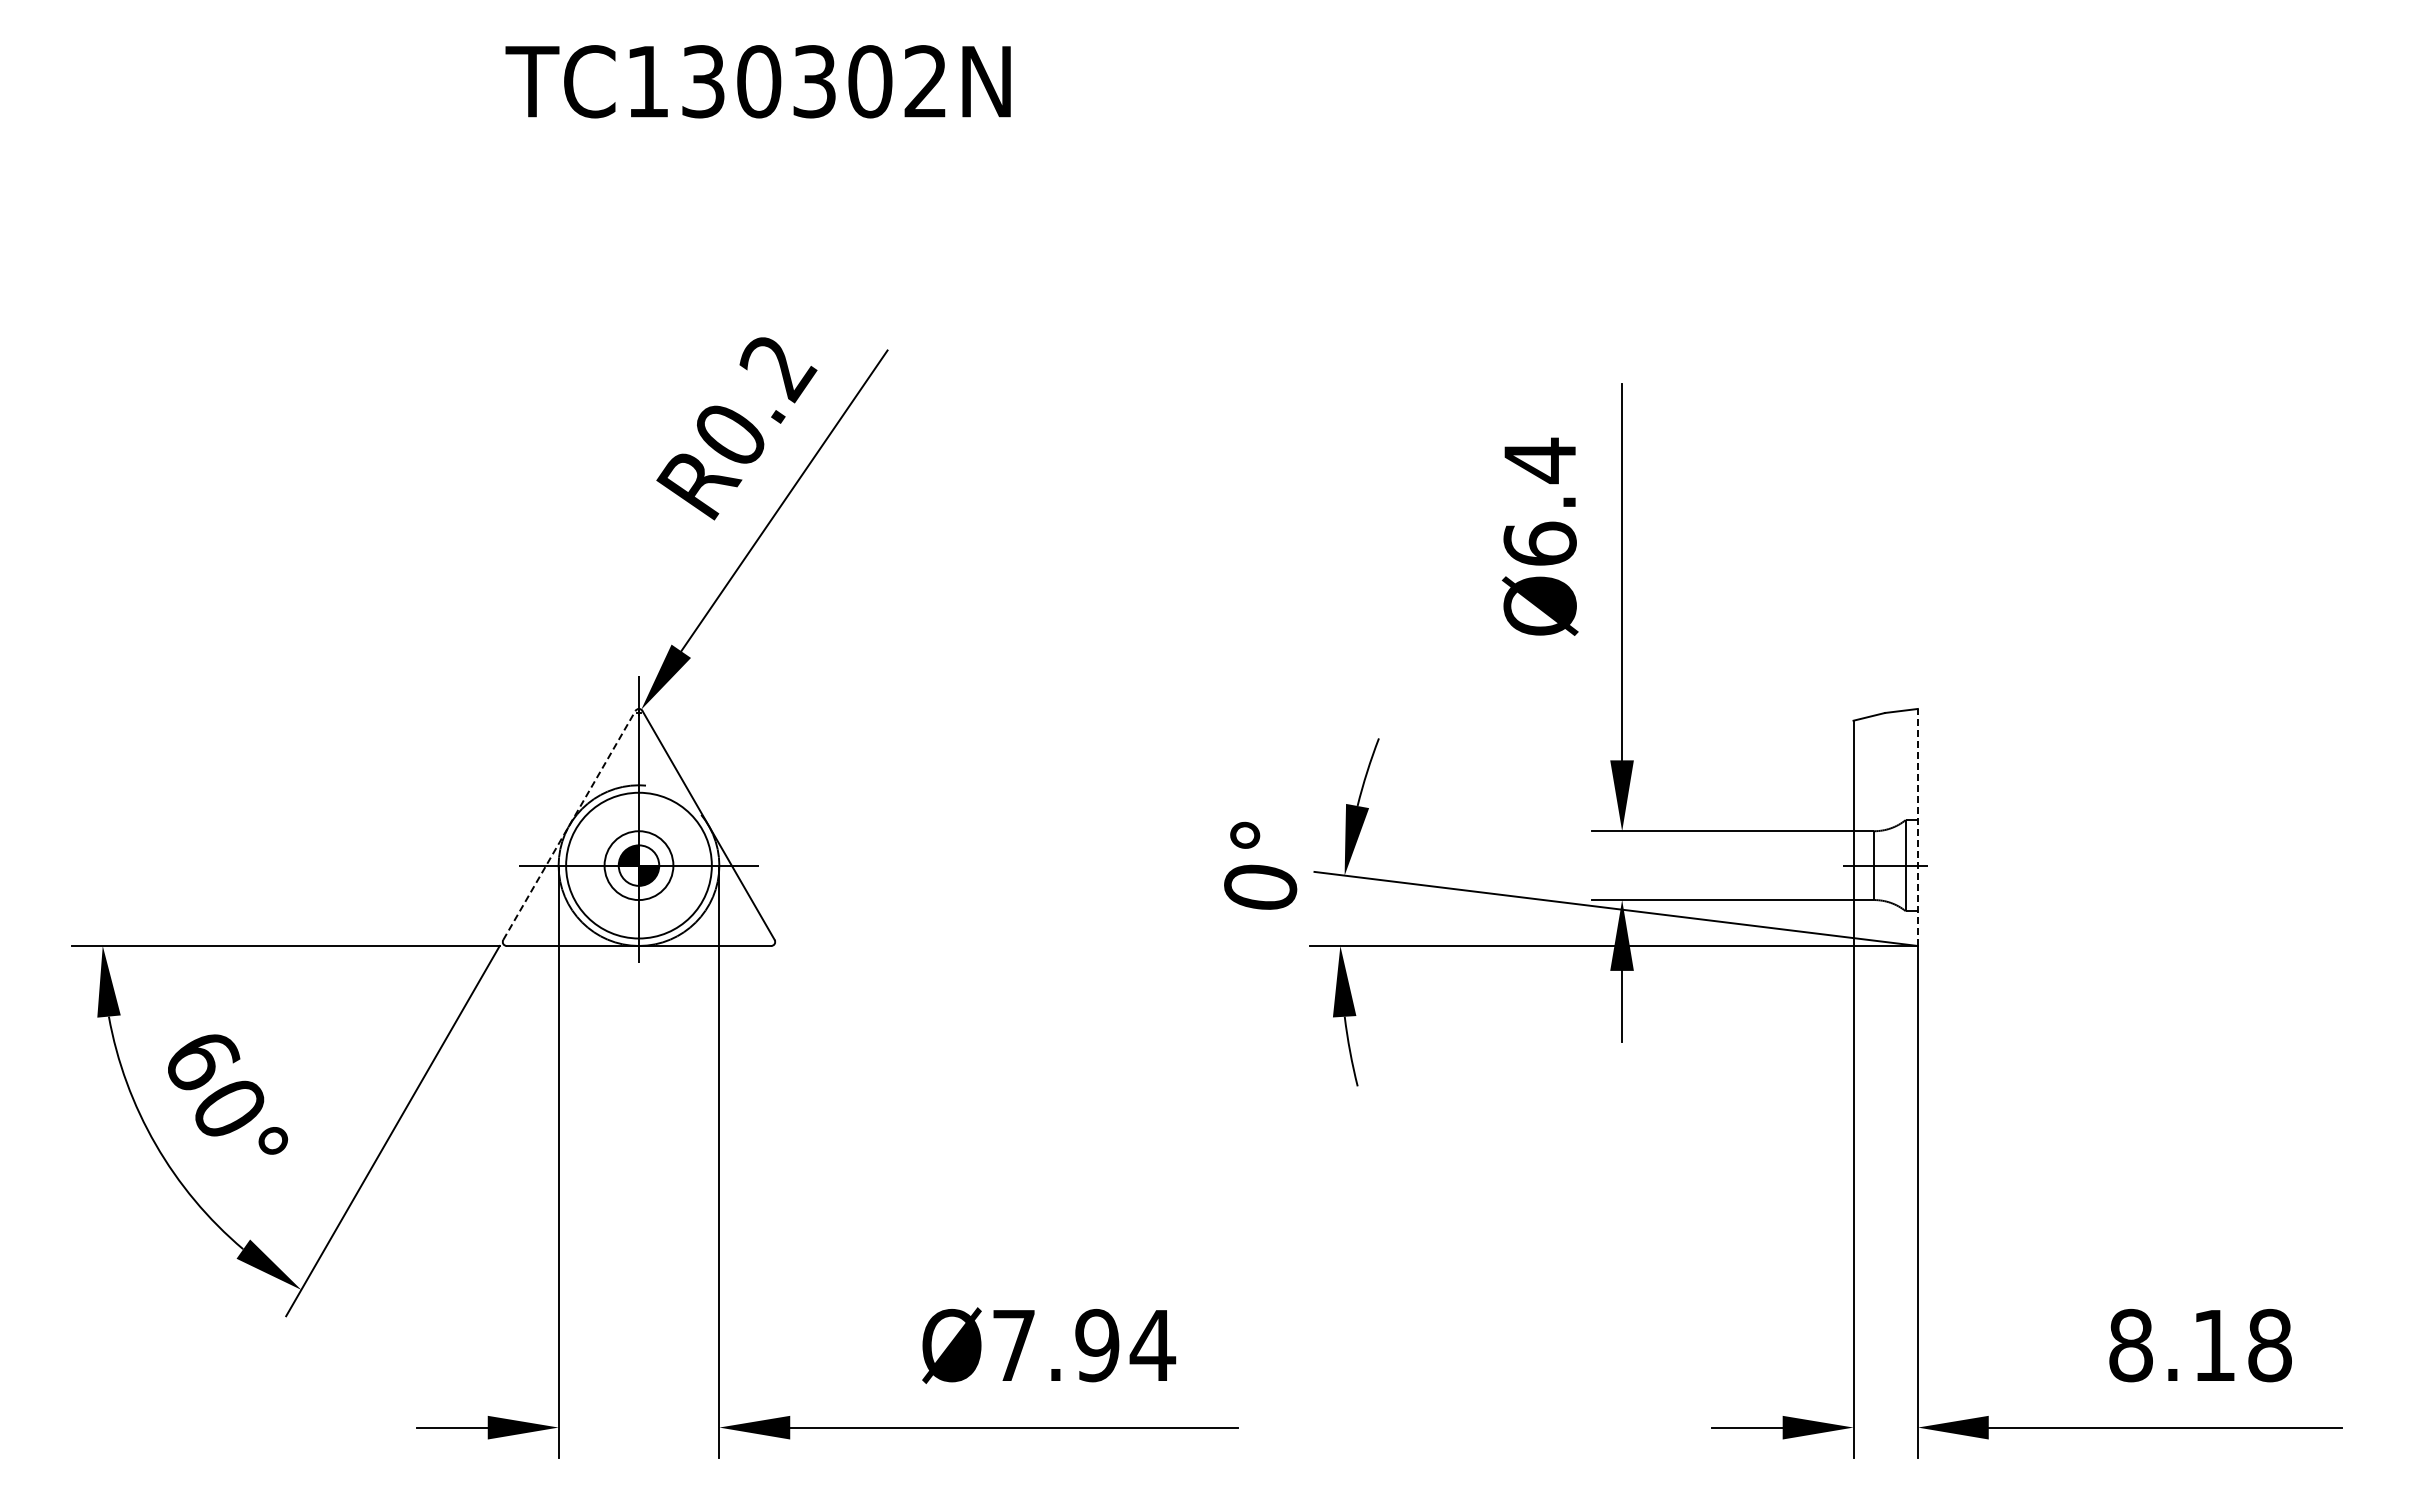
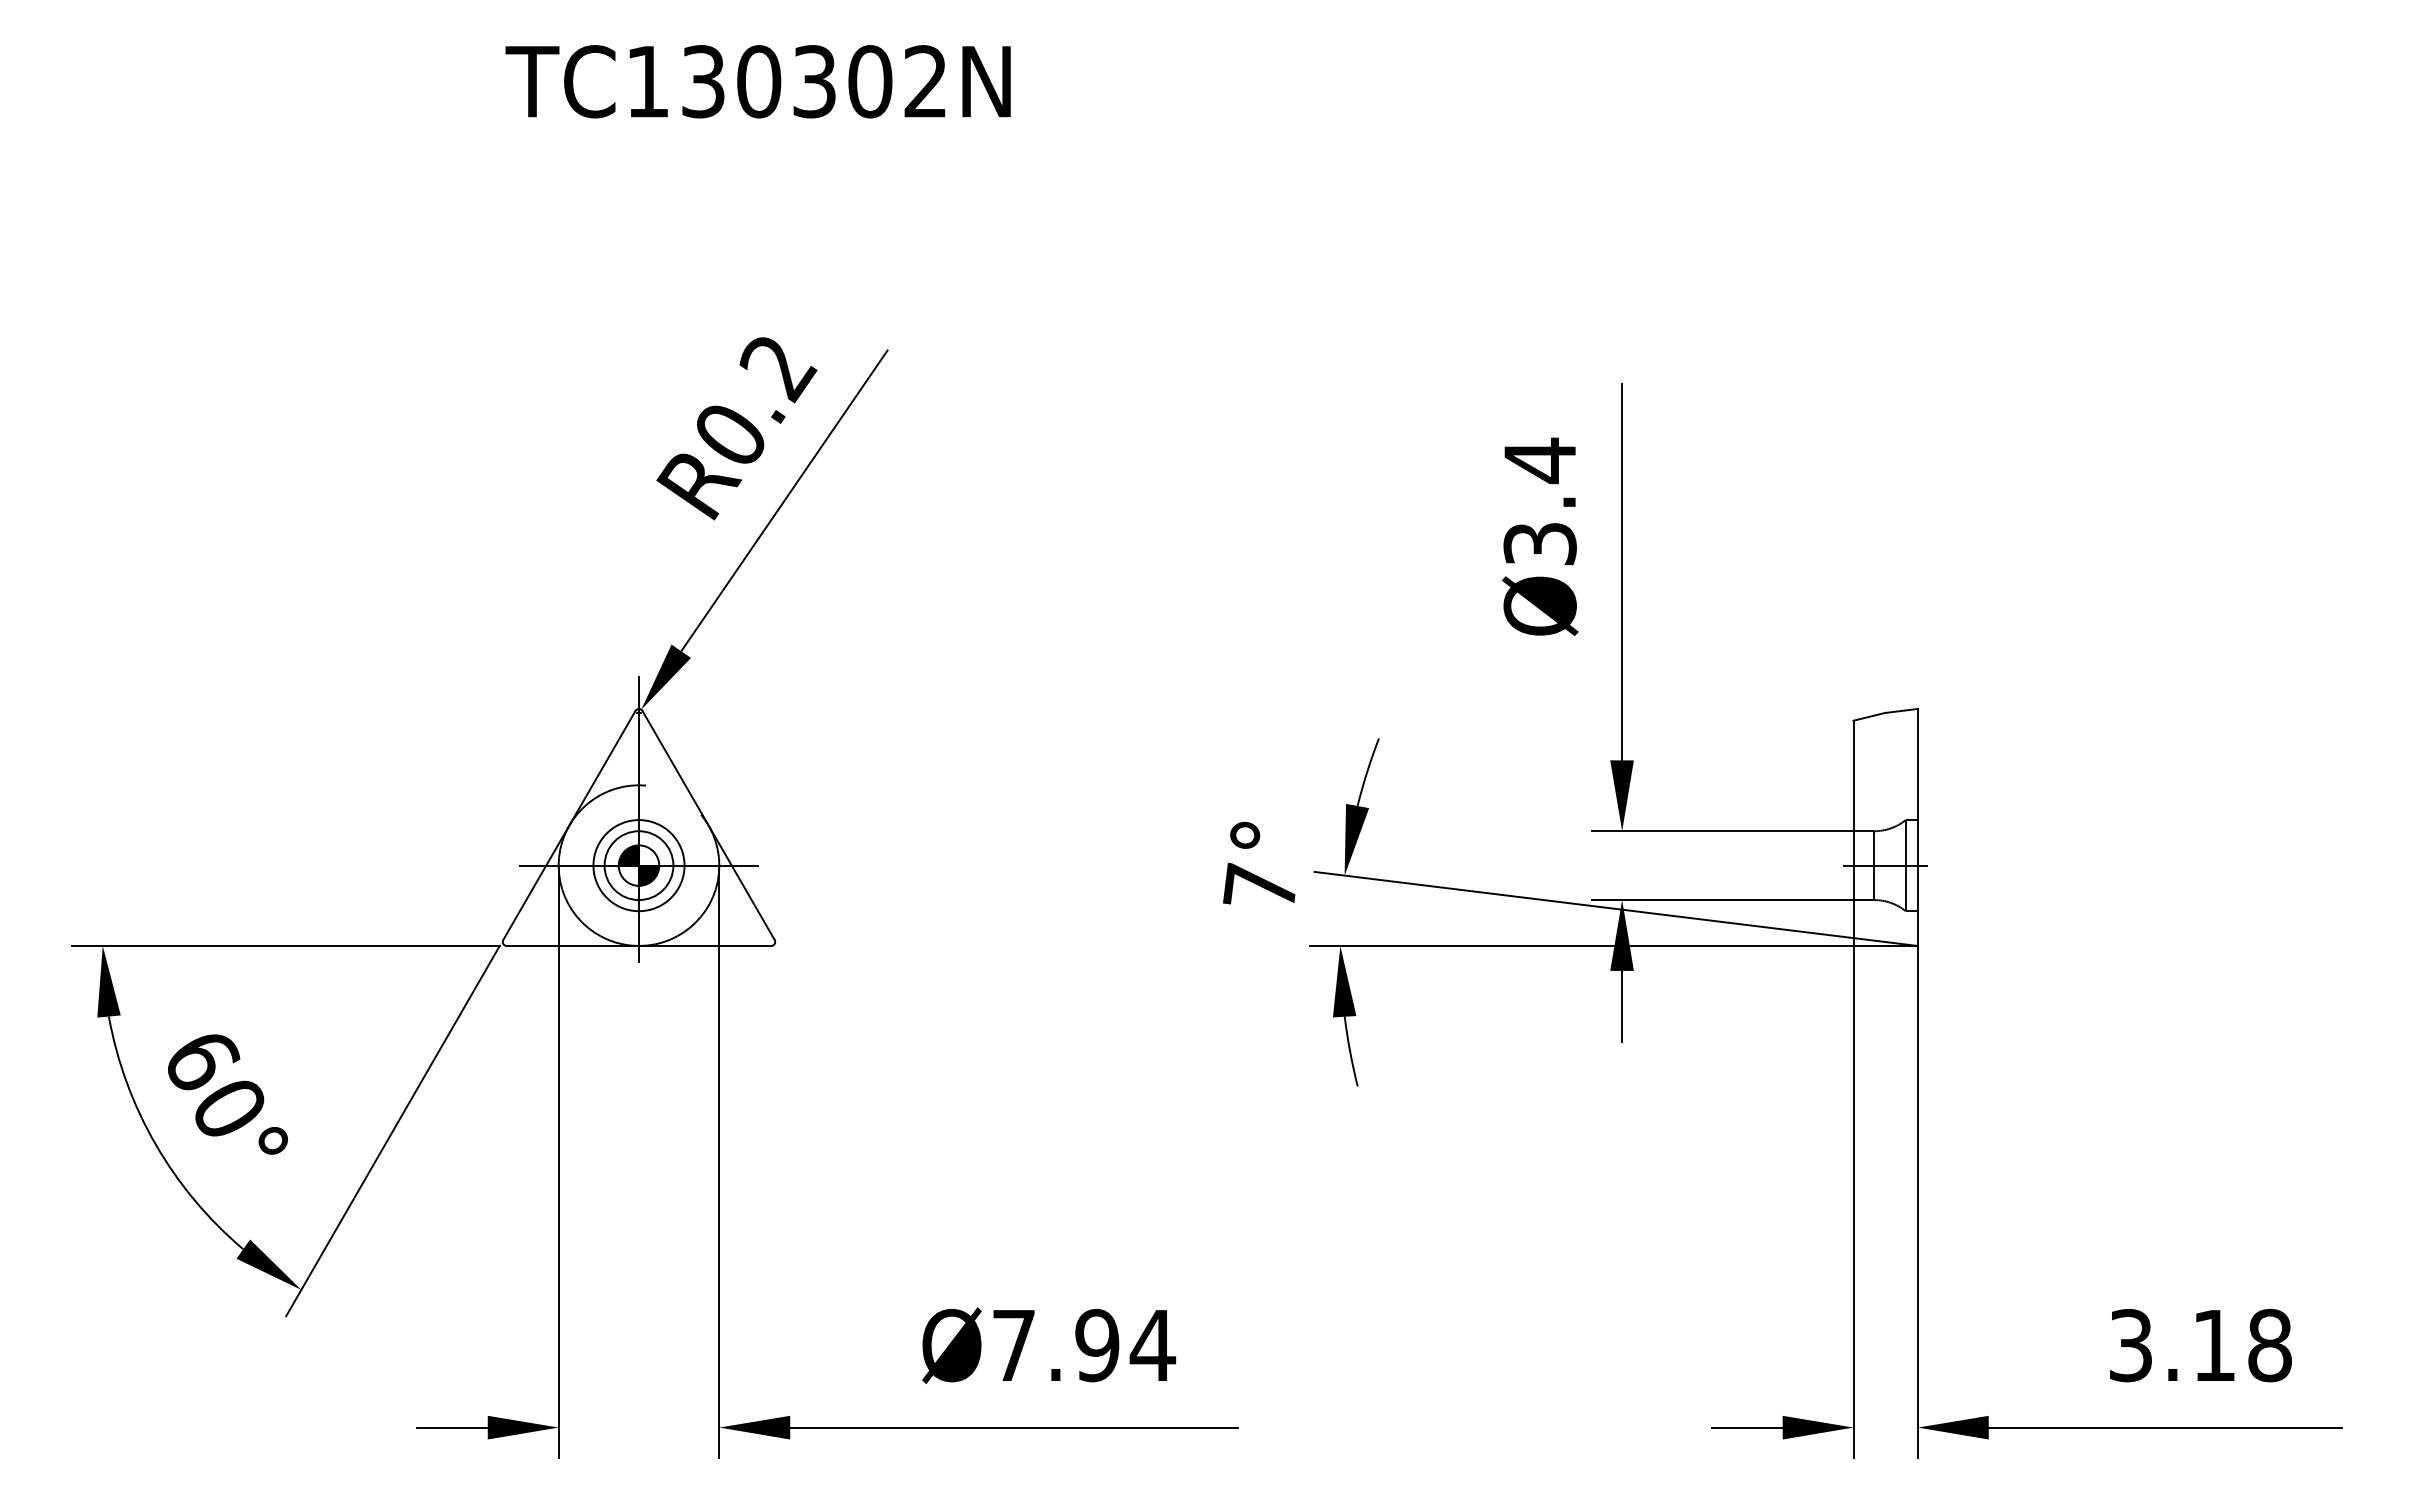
text at (1539, 543): Ø6.4 -> Ø3.4
line at (569, 825): dashed -> solid
line at (1917, 827): dashed -> solid
circle at (638, 865) diameter: 146 px -> 91 px
text at (1260, 885): 0° -> 7°
text at (2130, 1345): 8.18 -> 3.18
